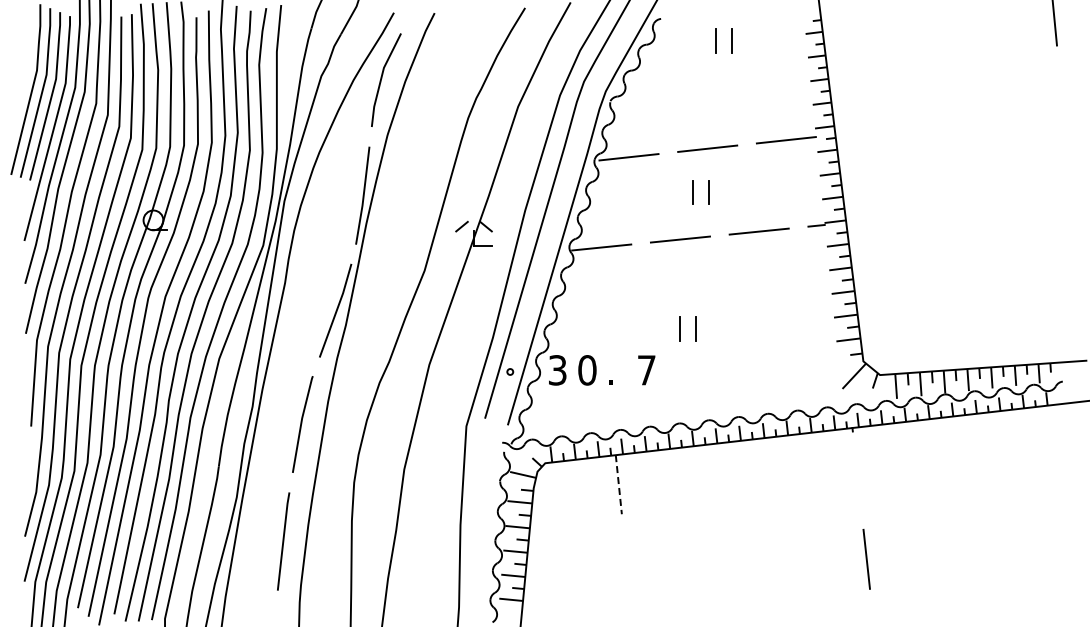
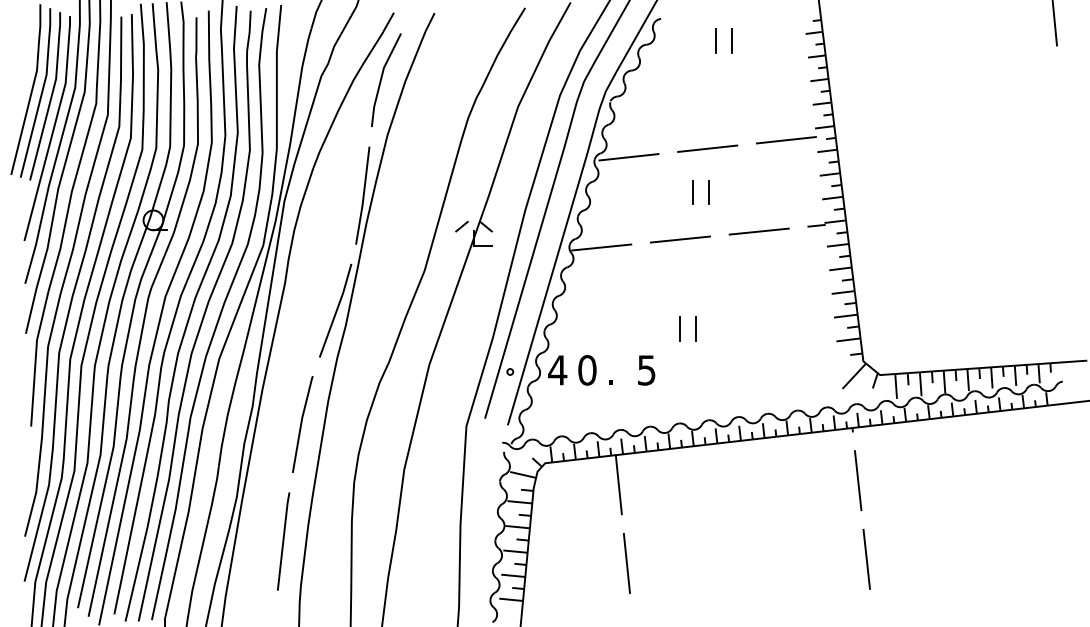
text at (557, 370): 3 -> 4
text at (646, 370): 7 -> 5
line at (857, 480): none -> present
line at (618, 484): dashed -> solid
line at (626, 562): none -> present
